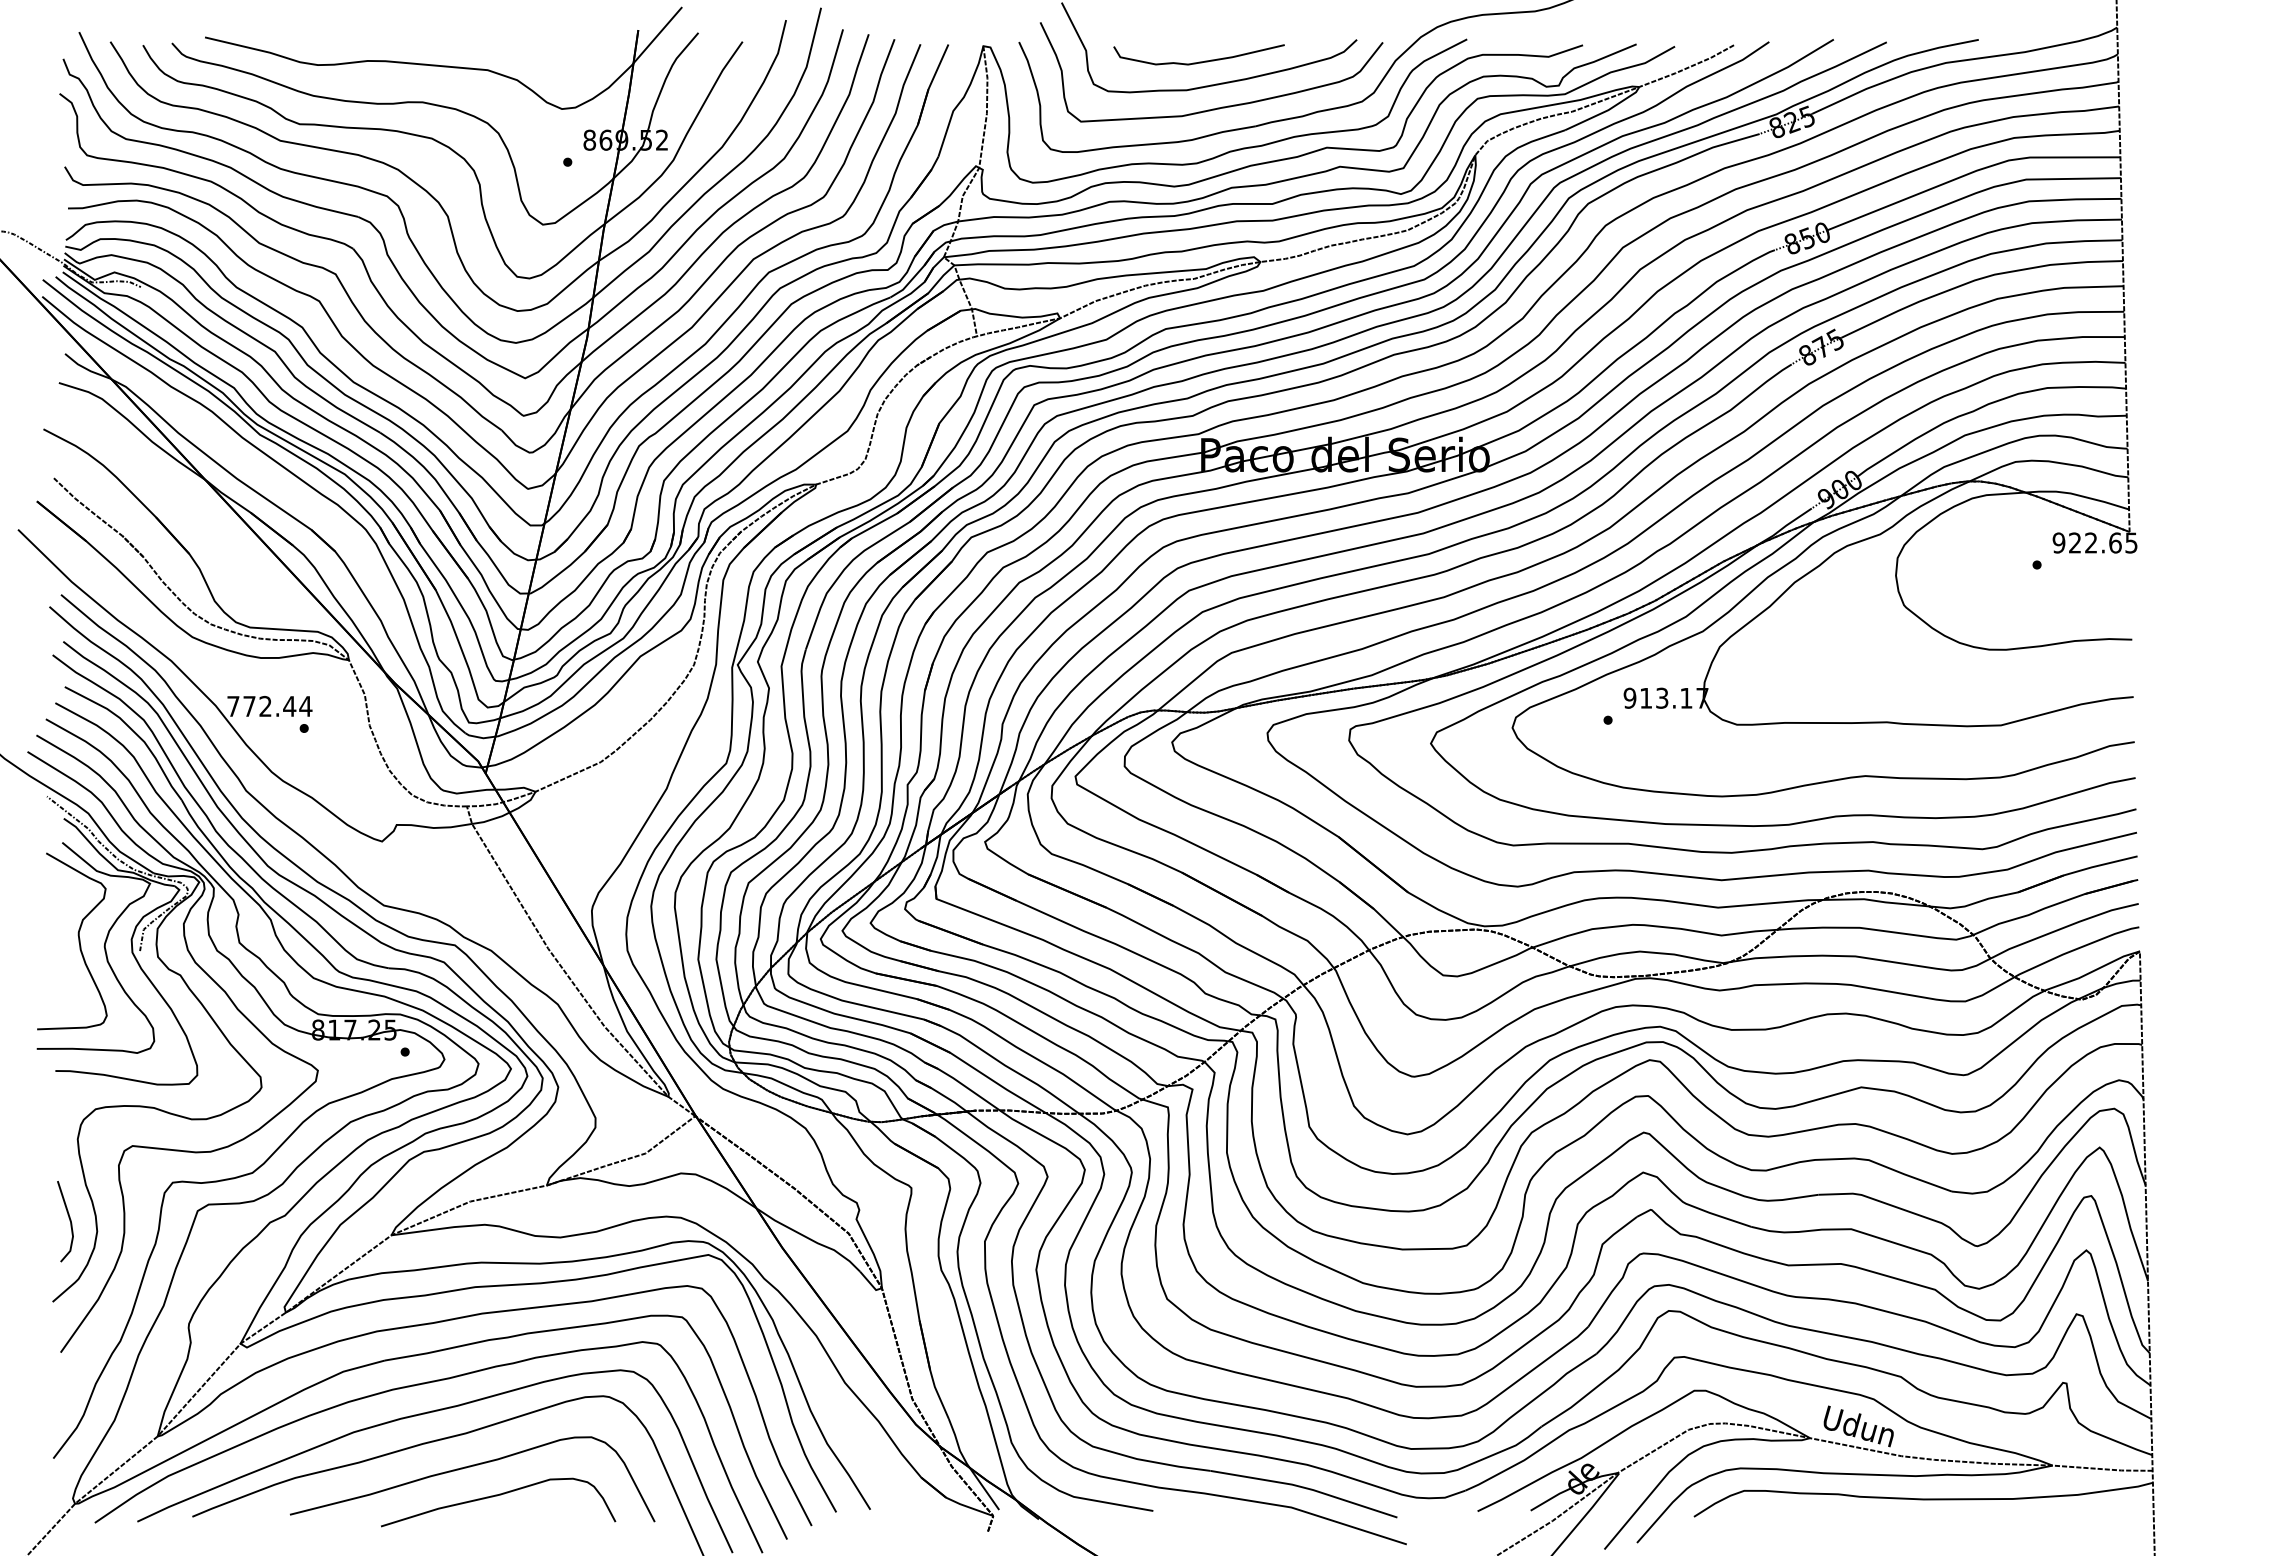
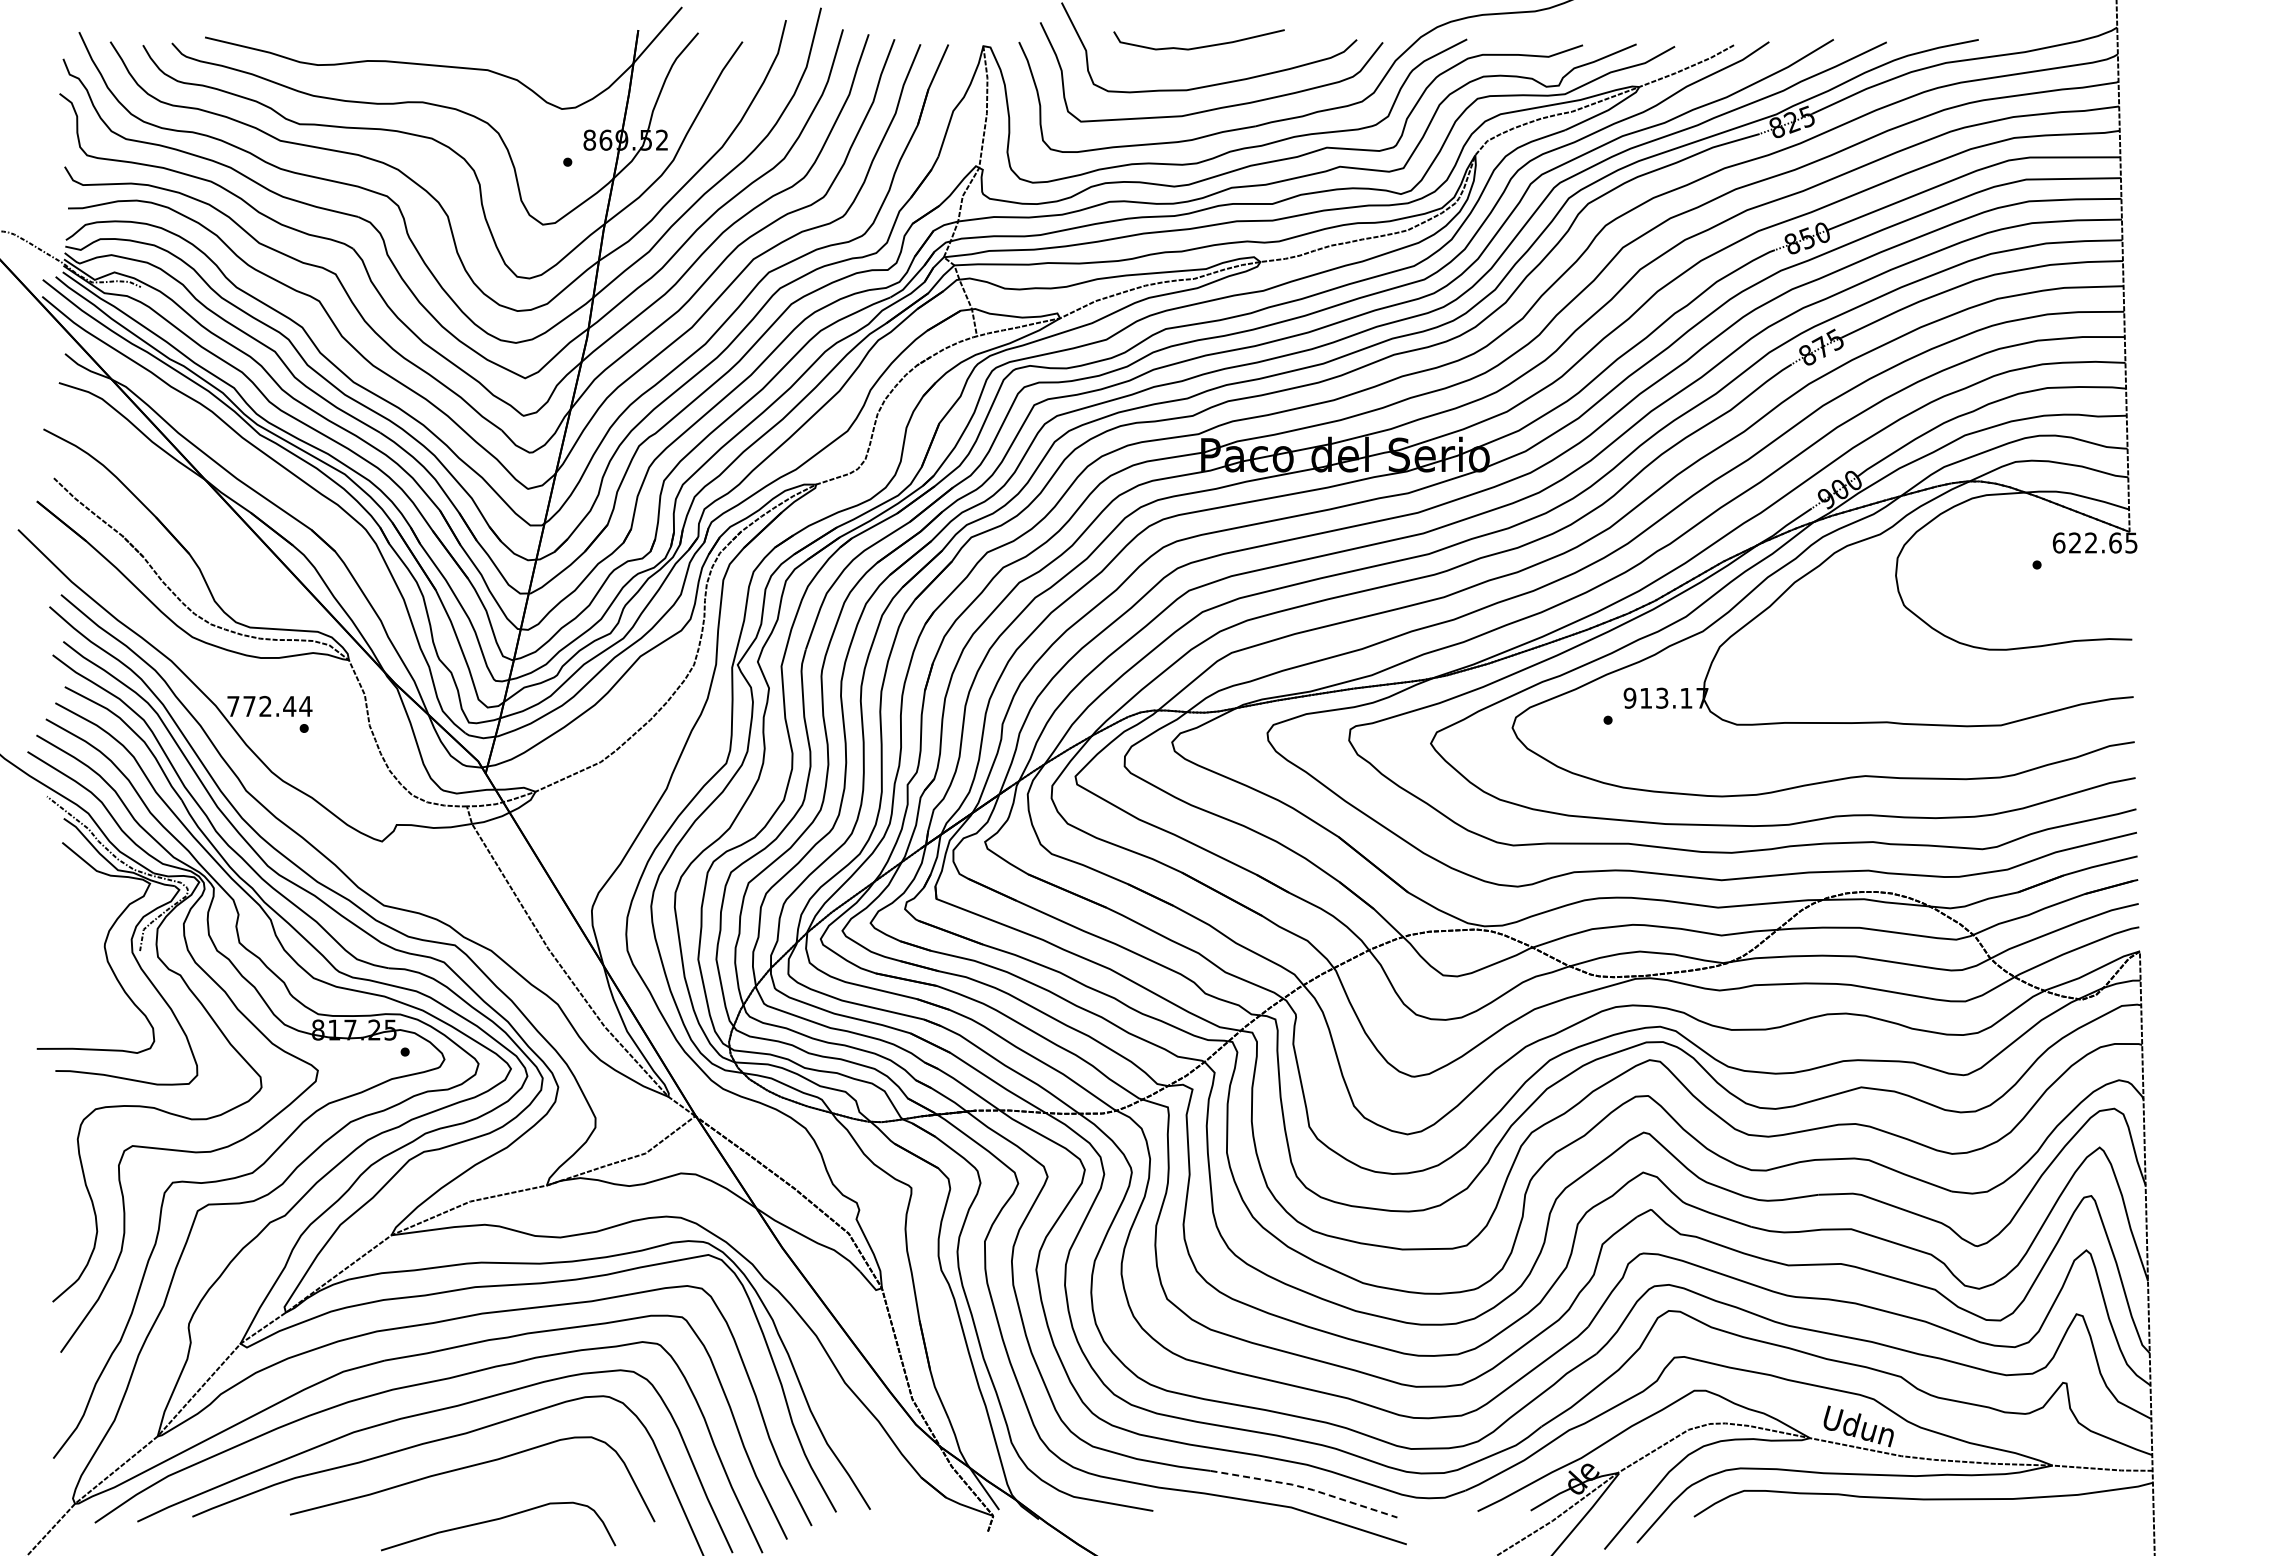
curve at (1198, 61) position: (1198, 61) -> (1198, 46)
text at (2058, 542): 922.65 -> 622.65
curve at (78, 941): present -> none
line at (69, 1221): present -> none
line at (1305, 1488): solid -> dashed
curve at (497, 1496) position: (497, 1496) -> (497, 1520)
